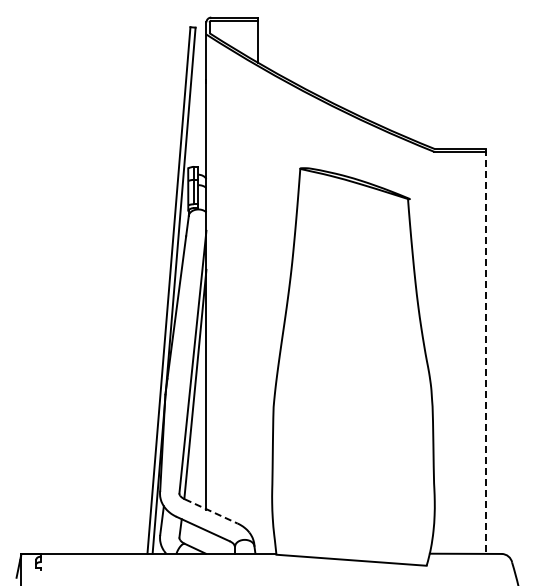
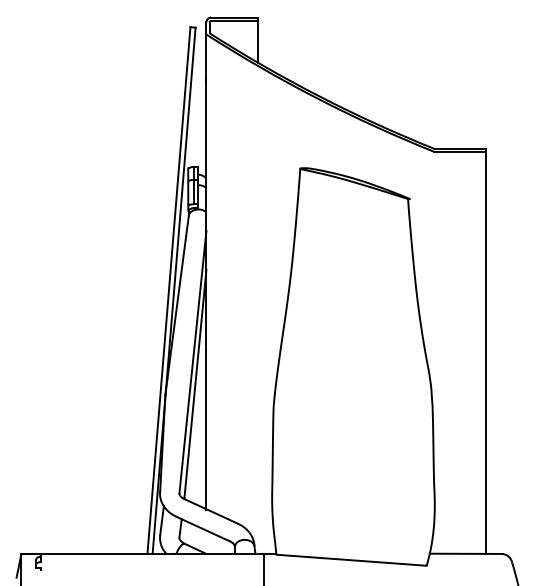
line at (486, 351): dashed -> solid
line at (211, 511): dashed -> solid
line at (264, 567): none -> present
